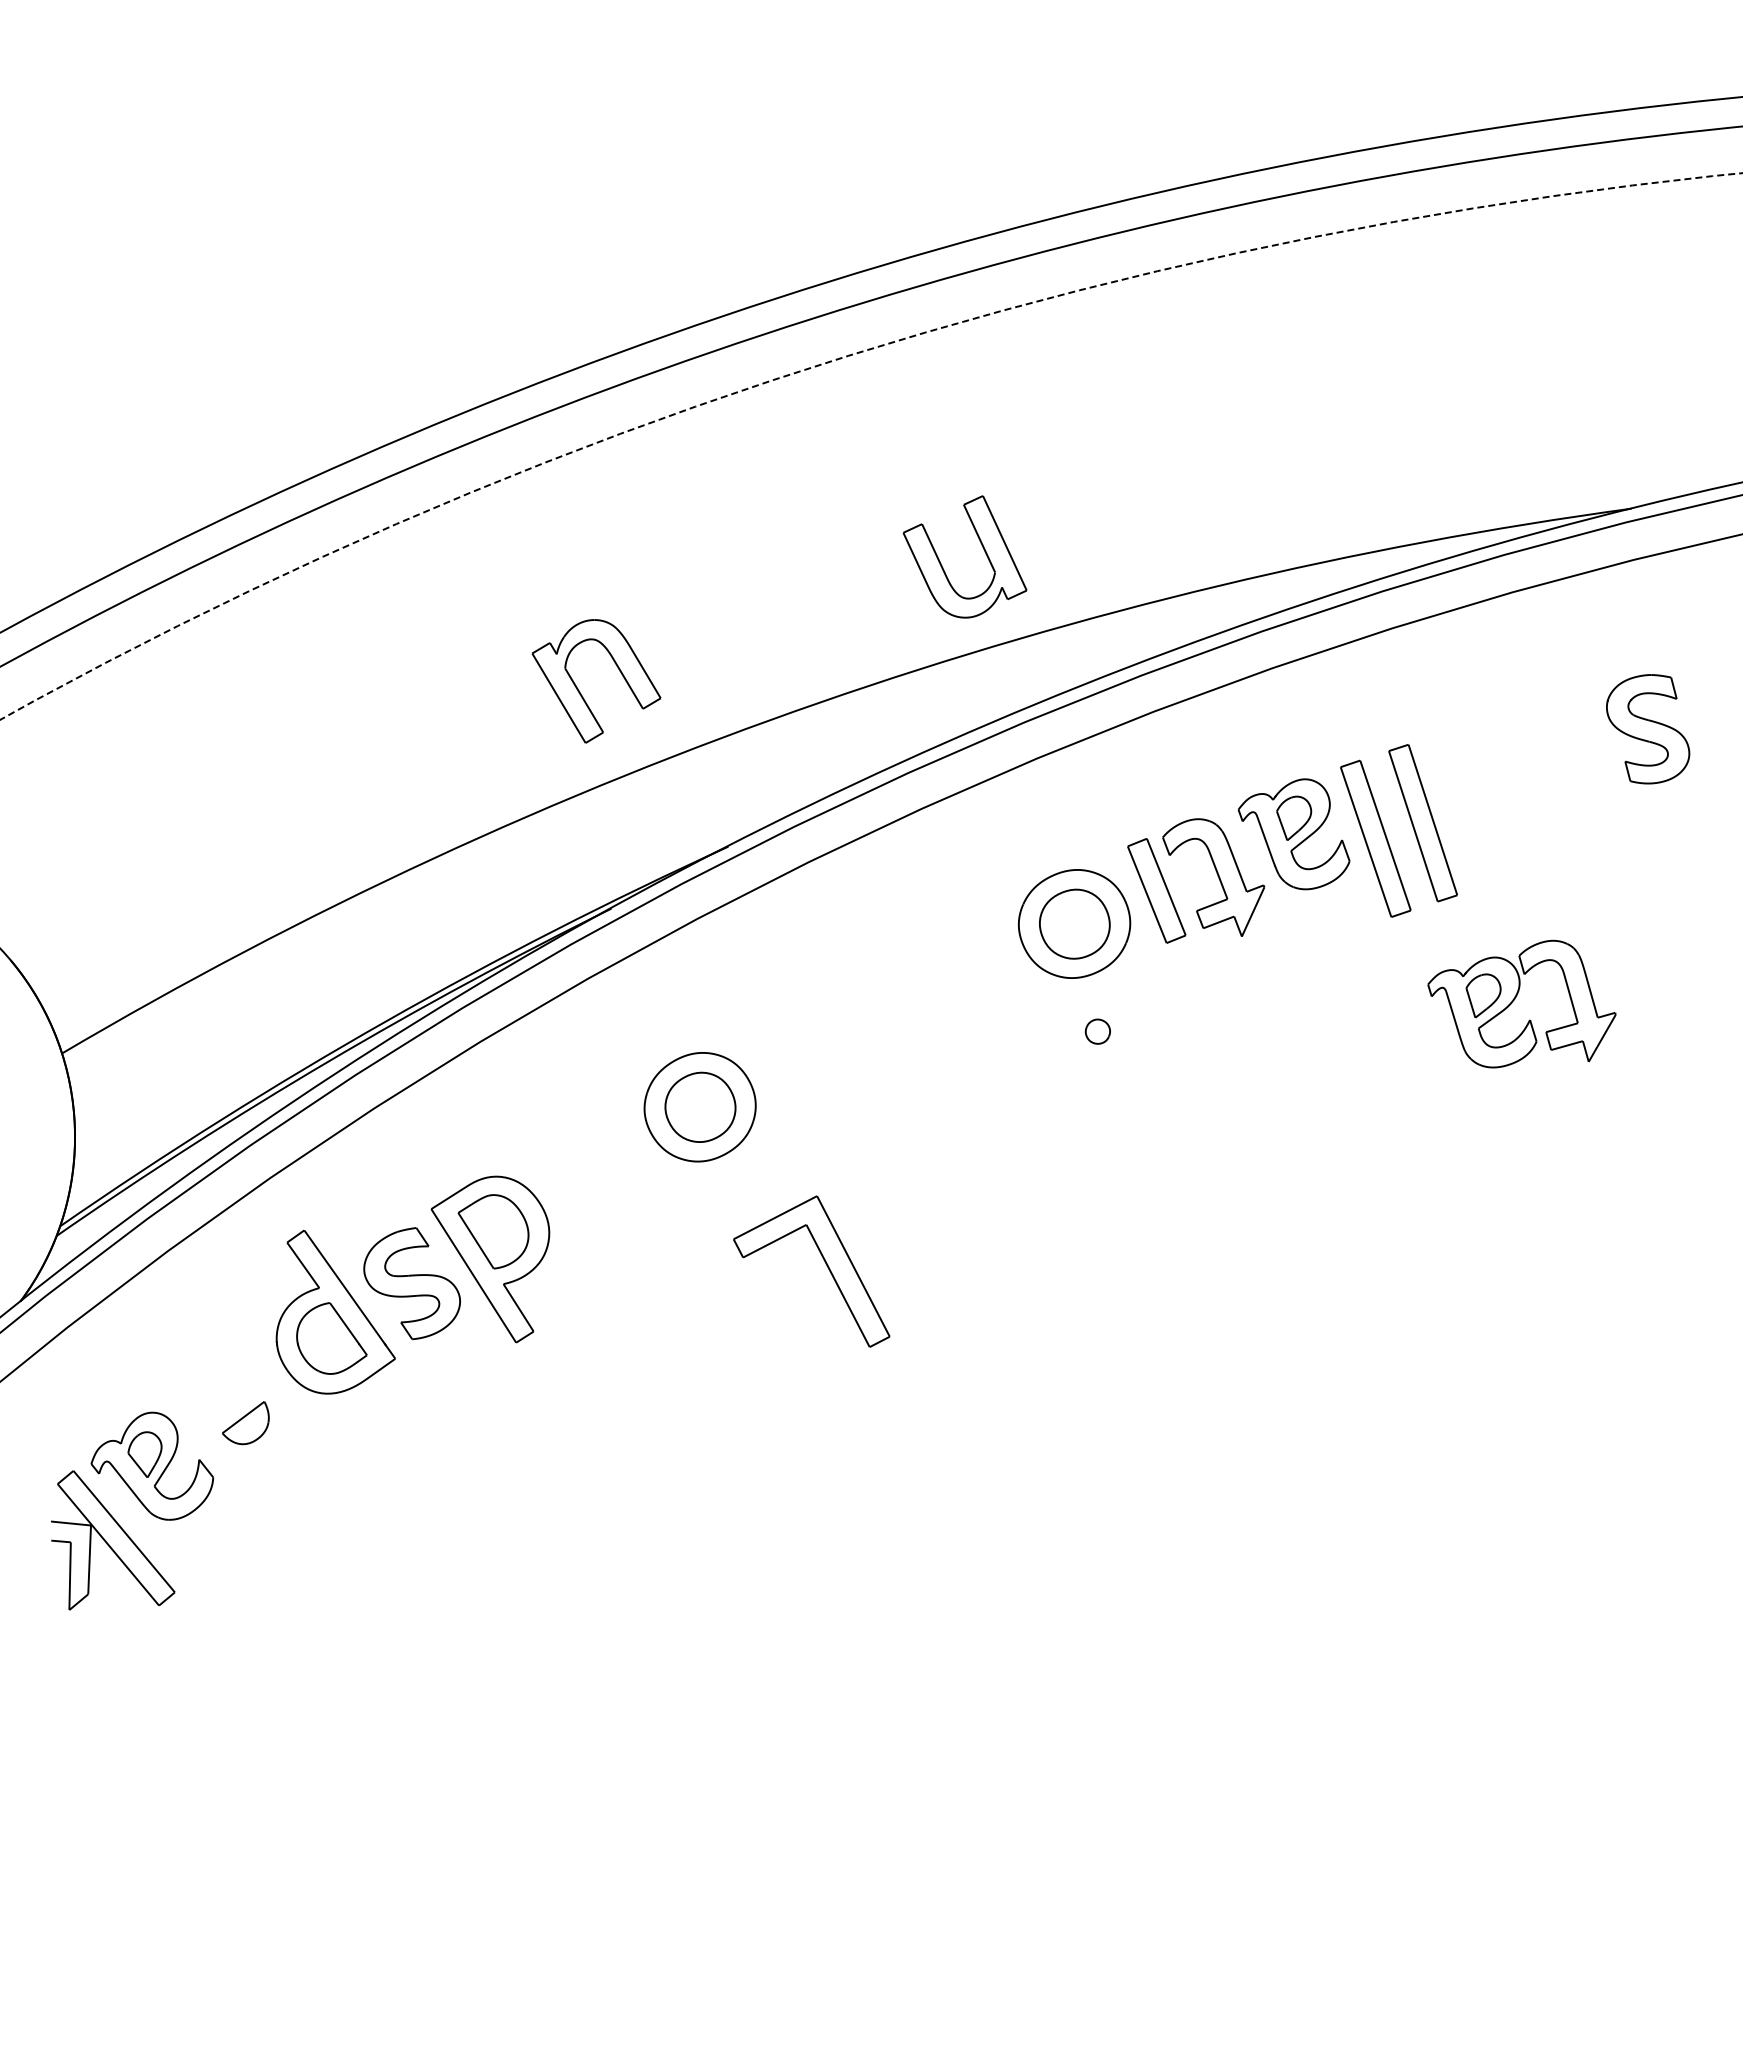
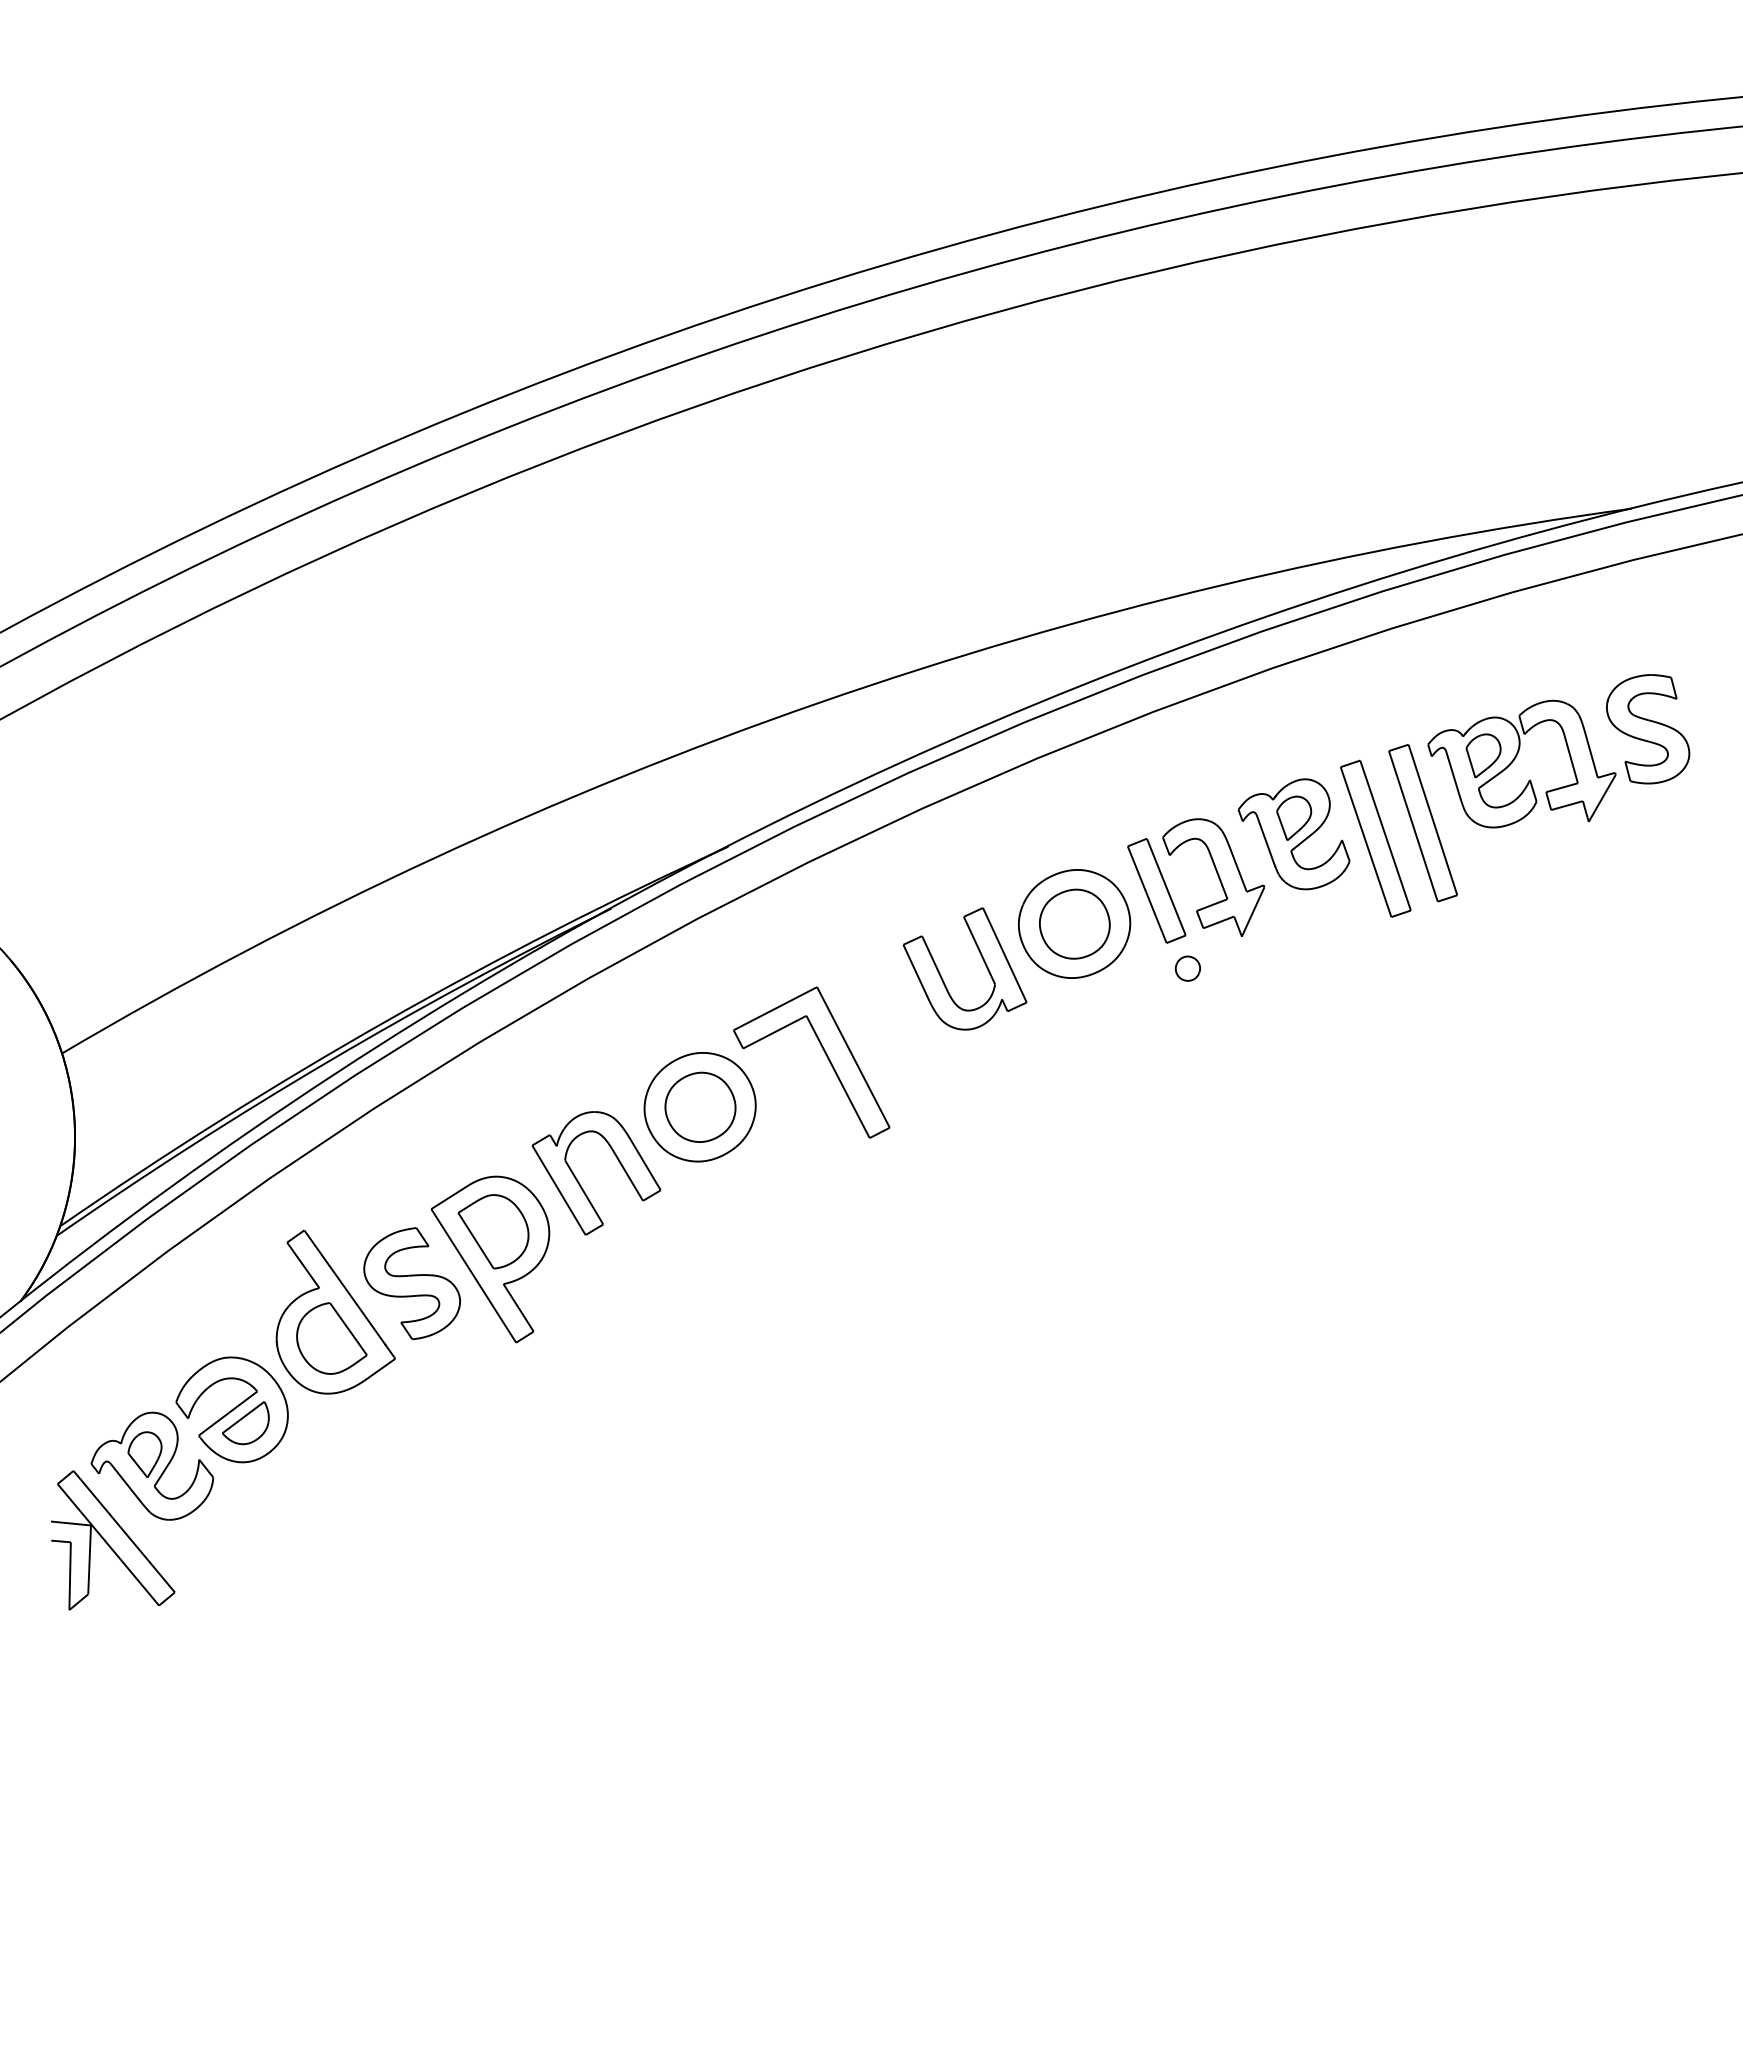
arc at (844, 357): dashed -> solid
part at (982, 547) position: (982, 547) -> (982, 959)
part at (581, 693) position: (581, 693) -> (581, 1185)
part at (1515, 999) position: (1515, 999) -> (1515, 759)
part at (1097, 1031) position: (1097, 1031) -> (1187, 968)
part at (825, 1264) position: (825, 1264) -> (825, 1055)
part at (231, 1409): none -> present
